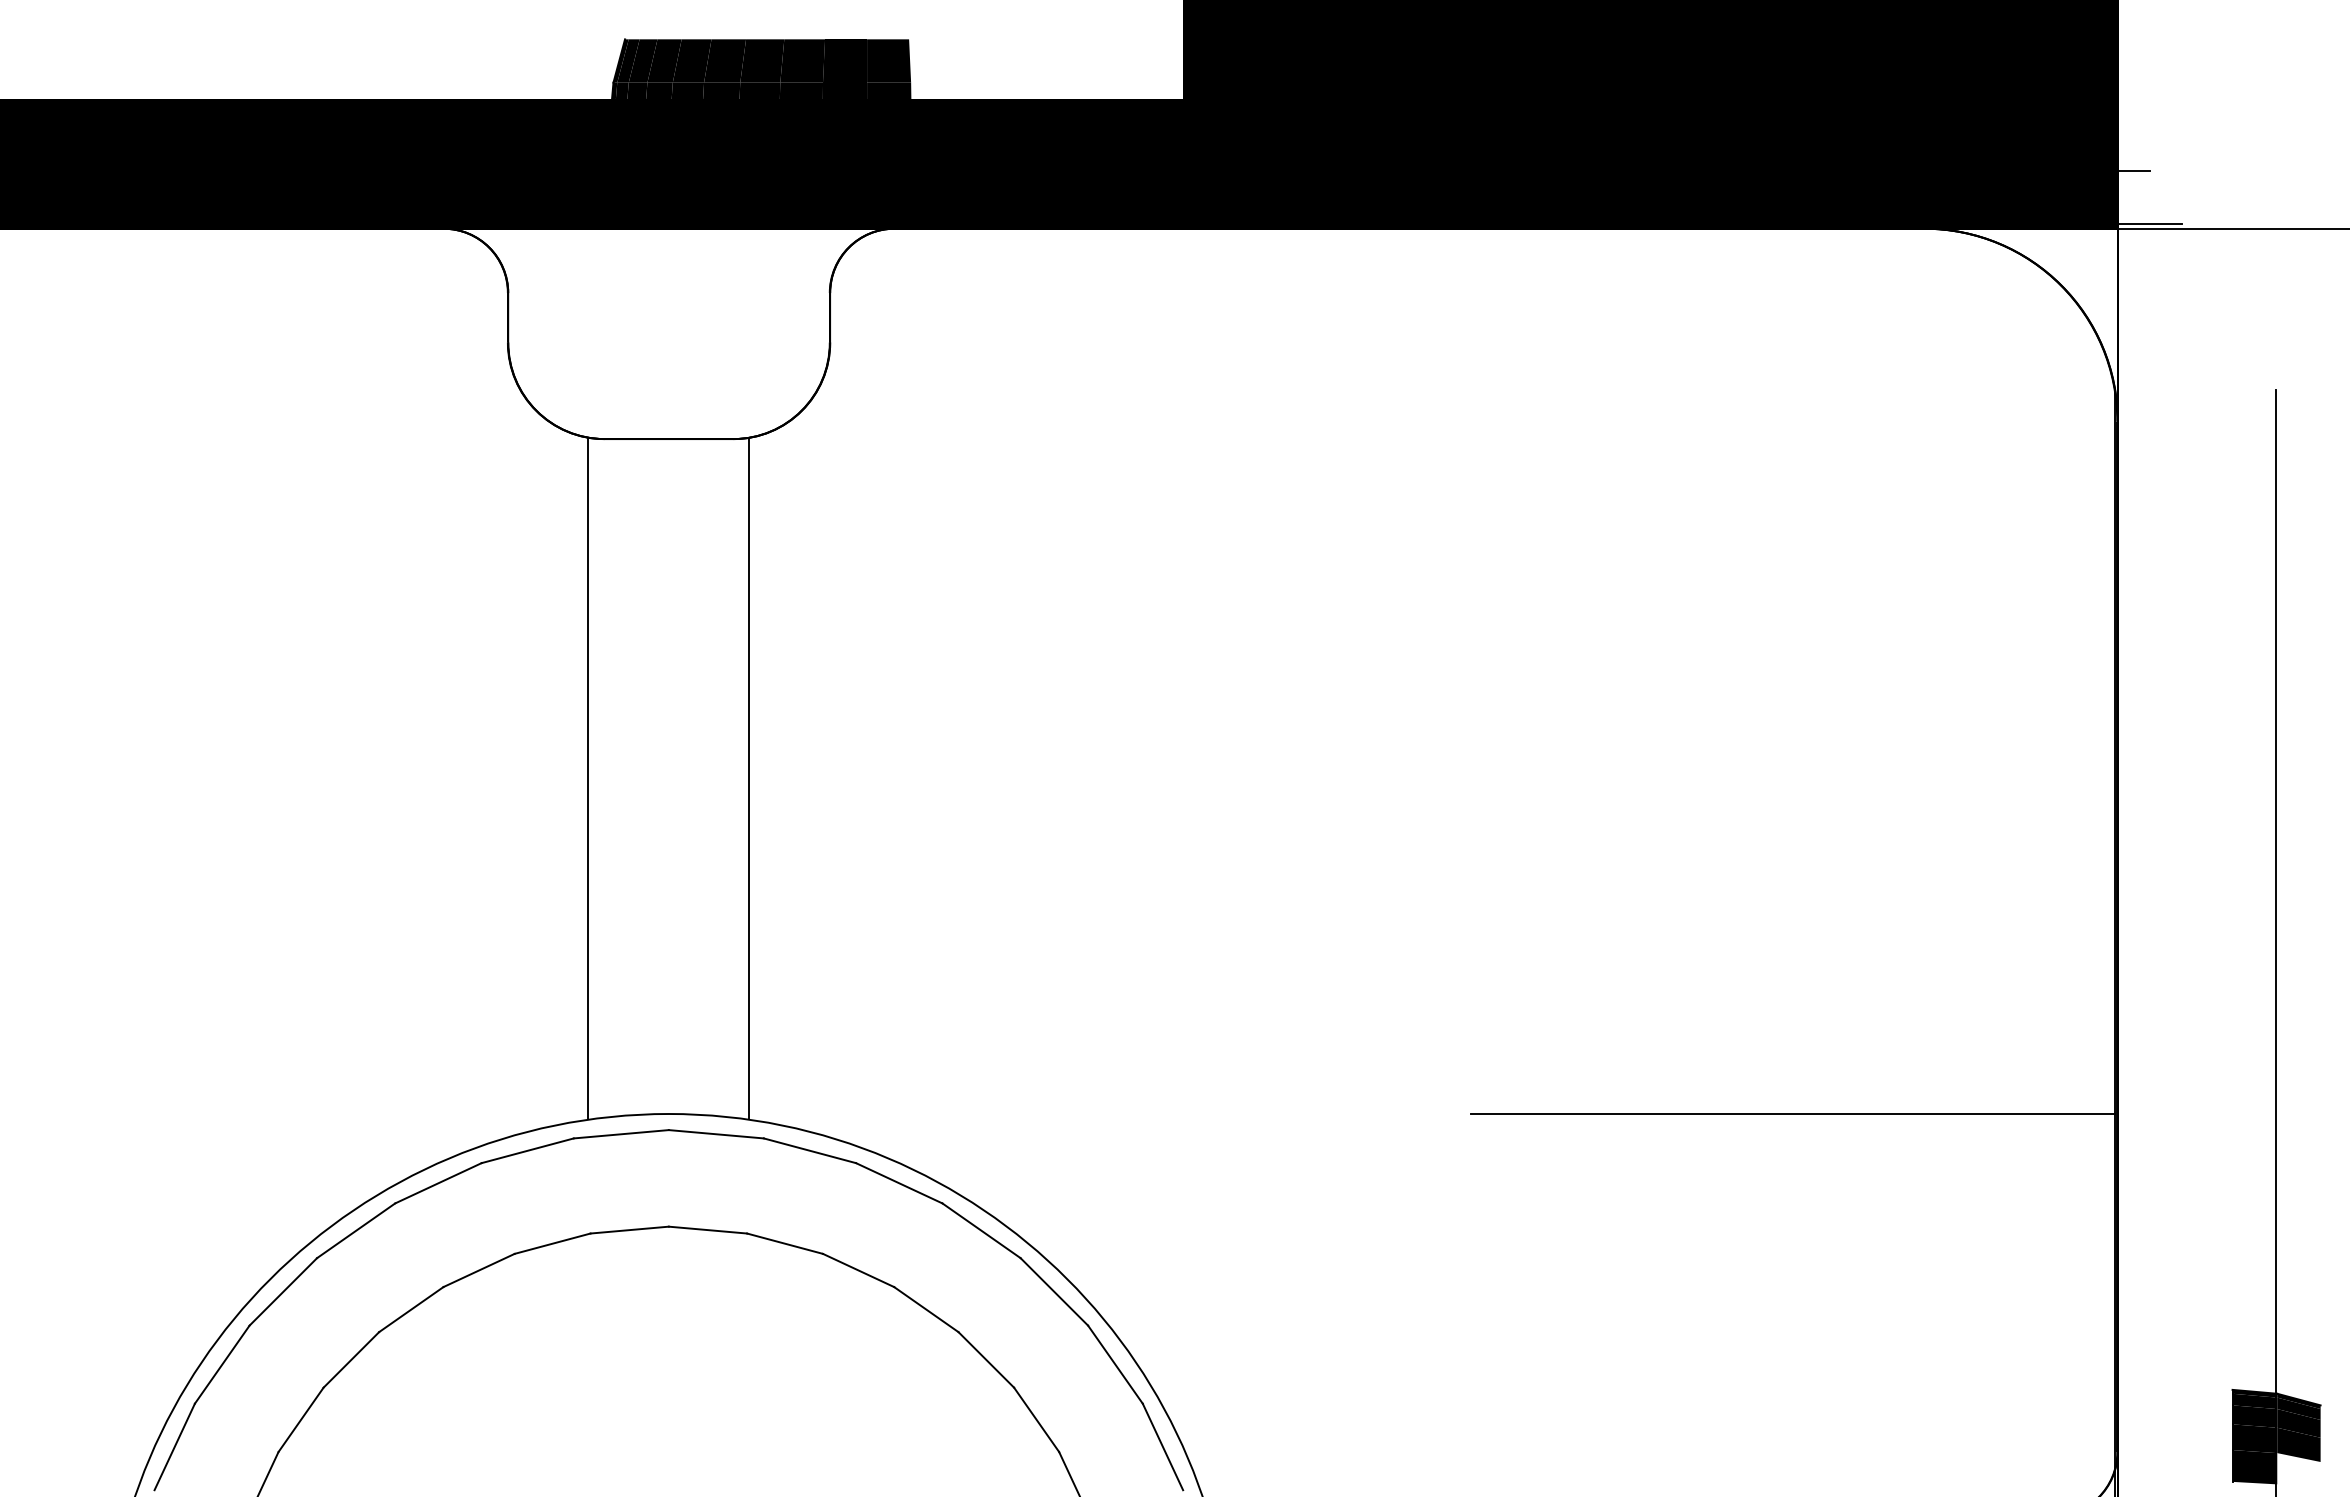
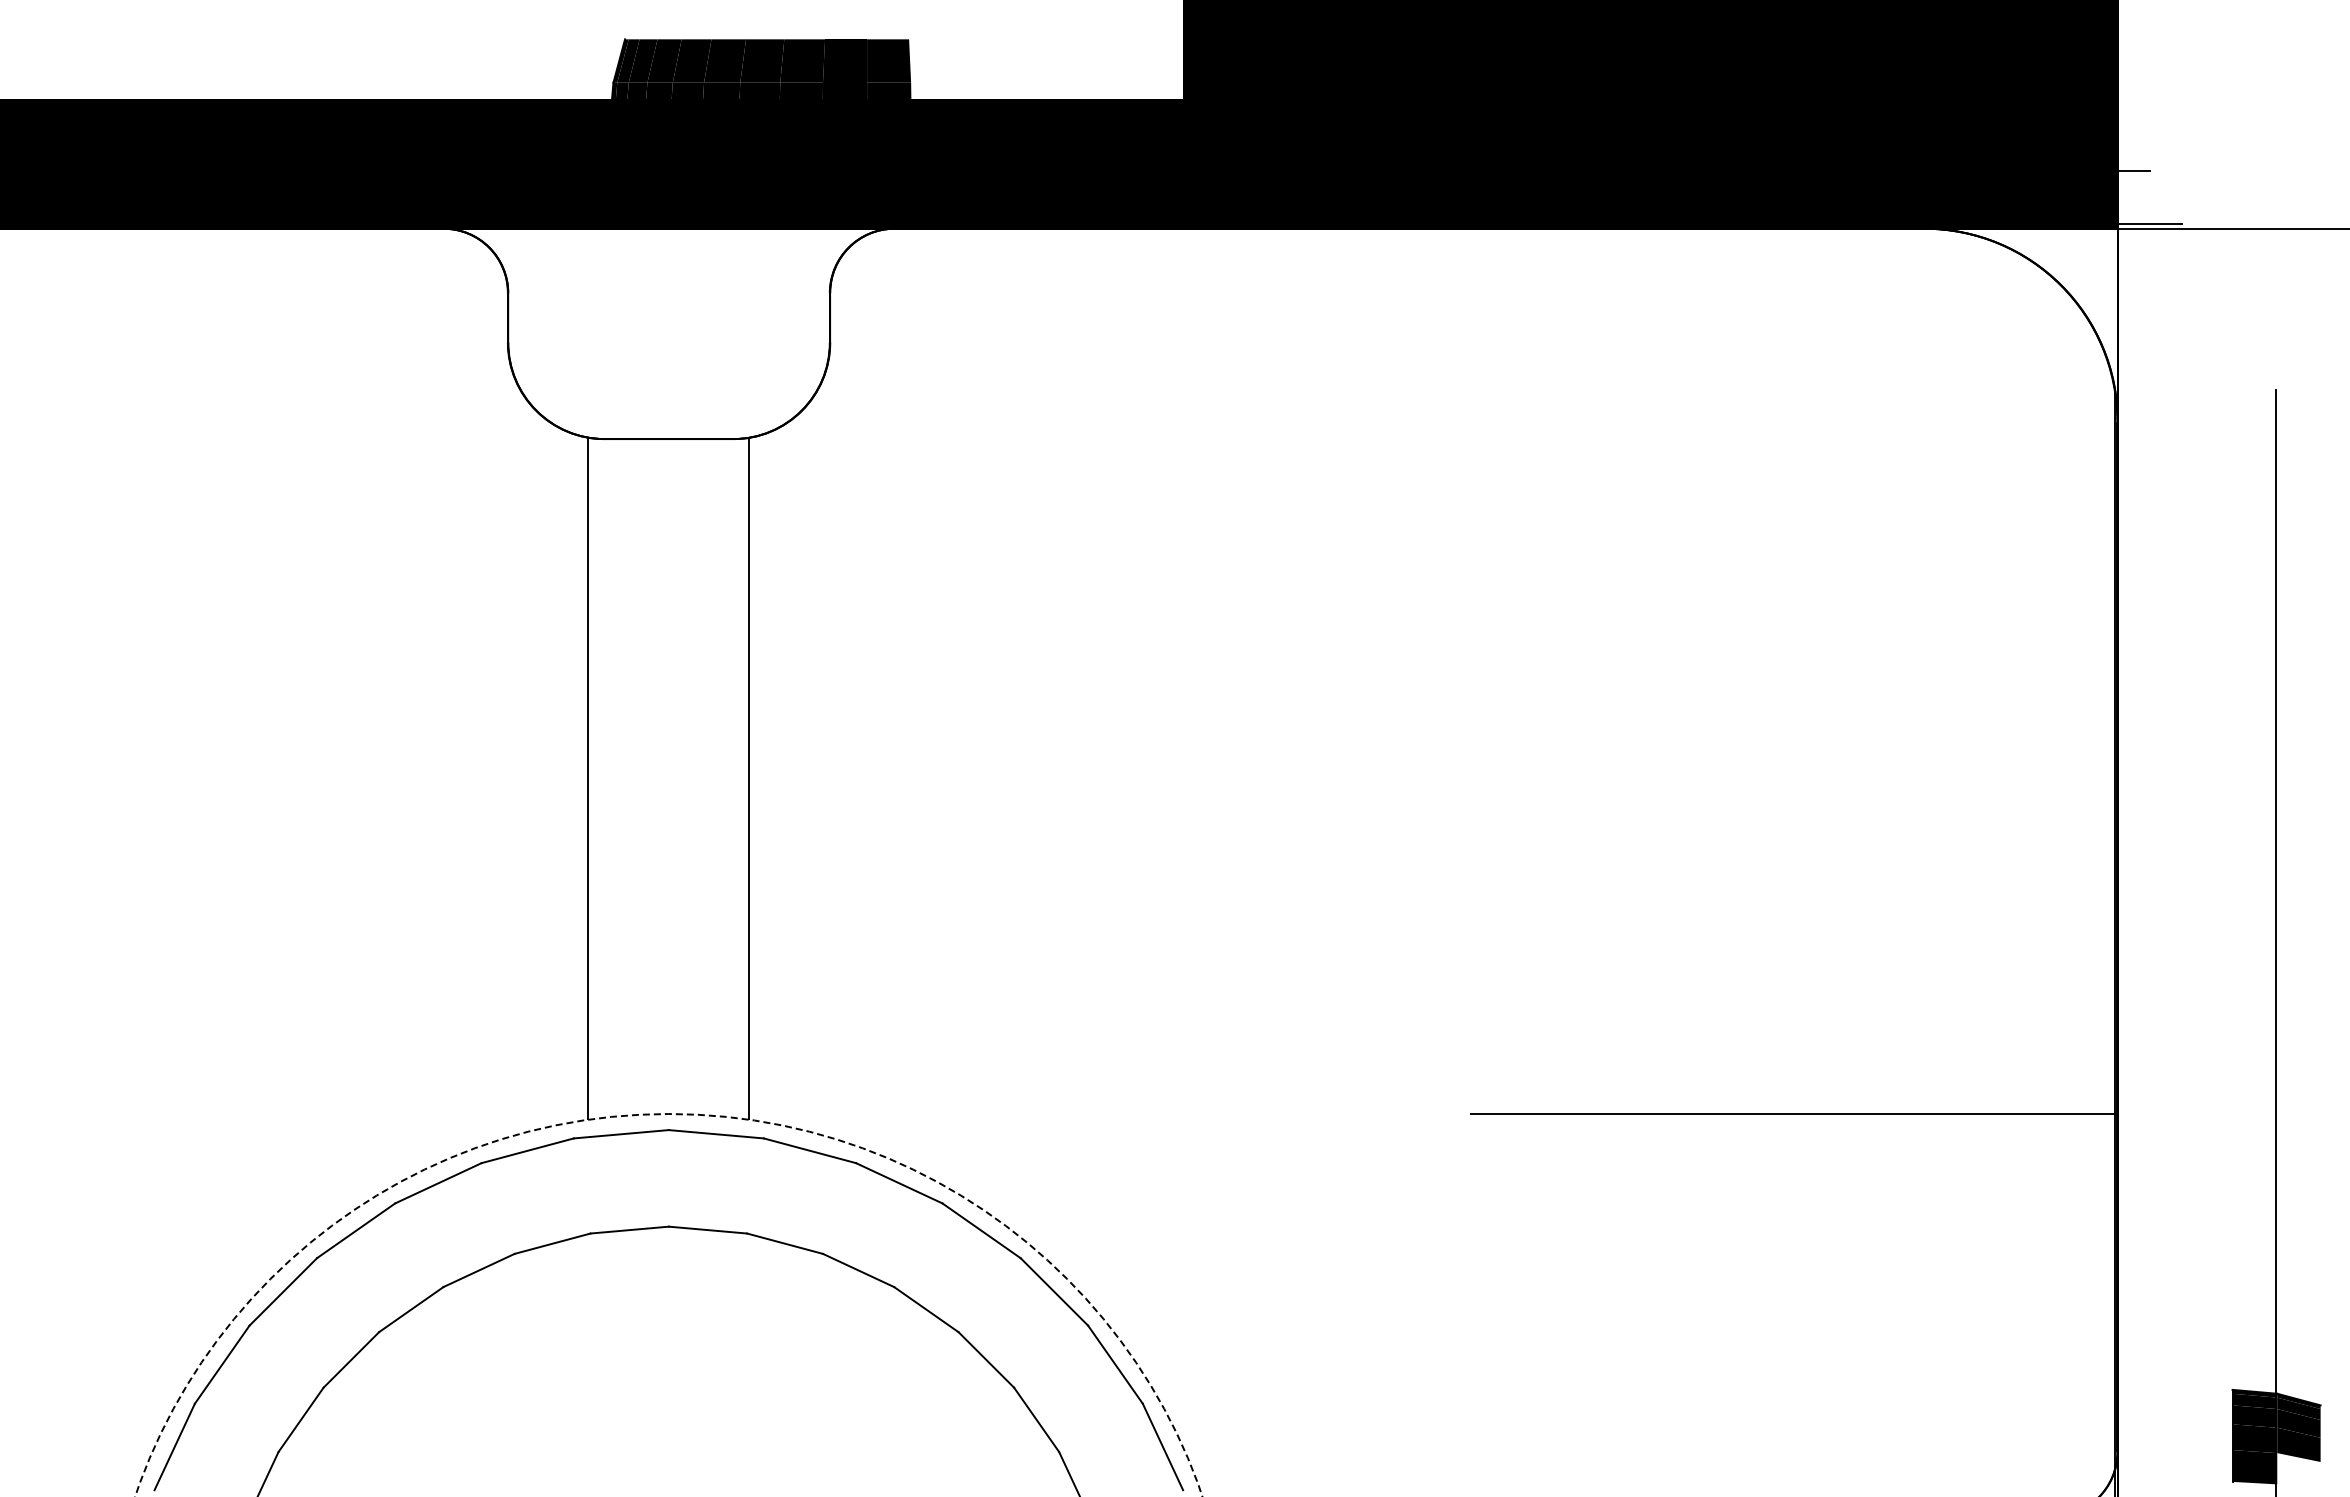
circle at (668, 1305): solid -> dashed
